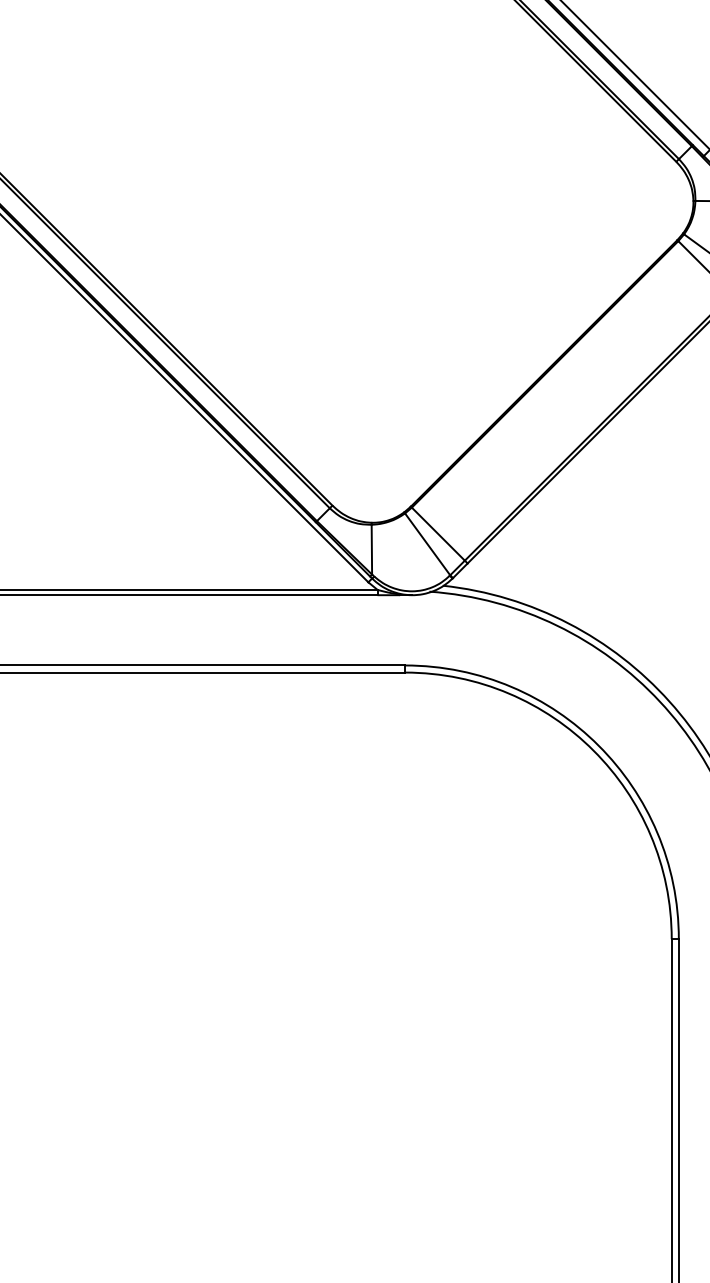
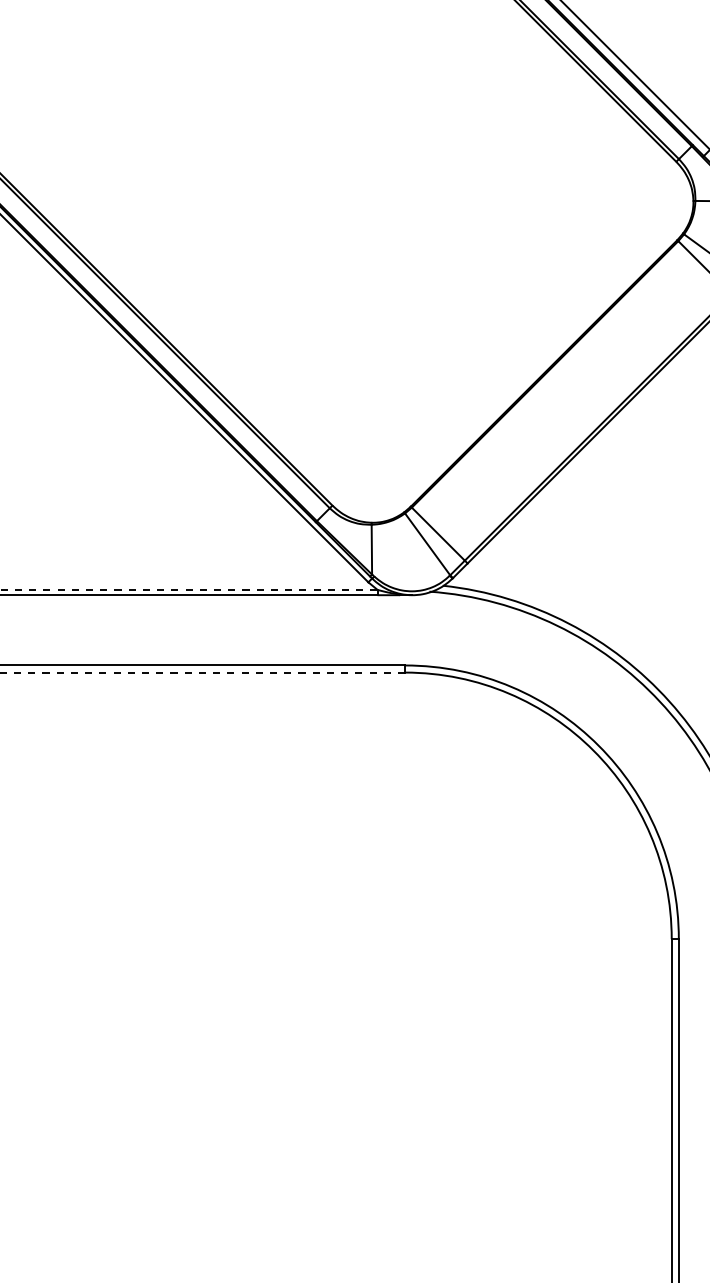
line at (188, 589): solid -> dashed
line at (202, 672): solid -> dashed
